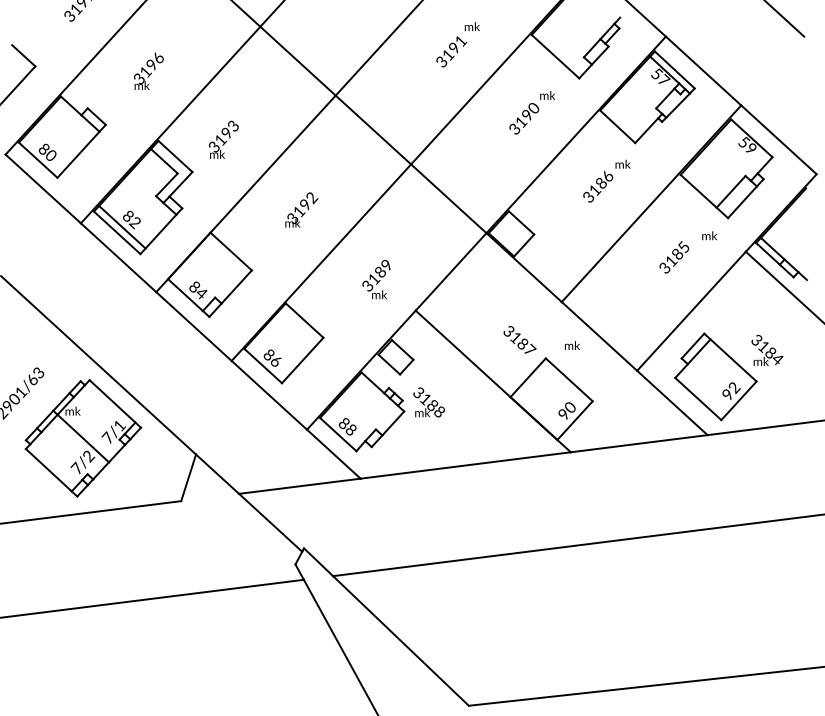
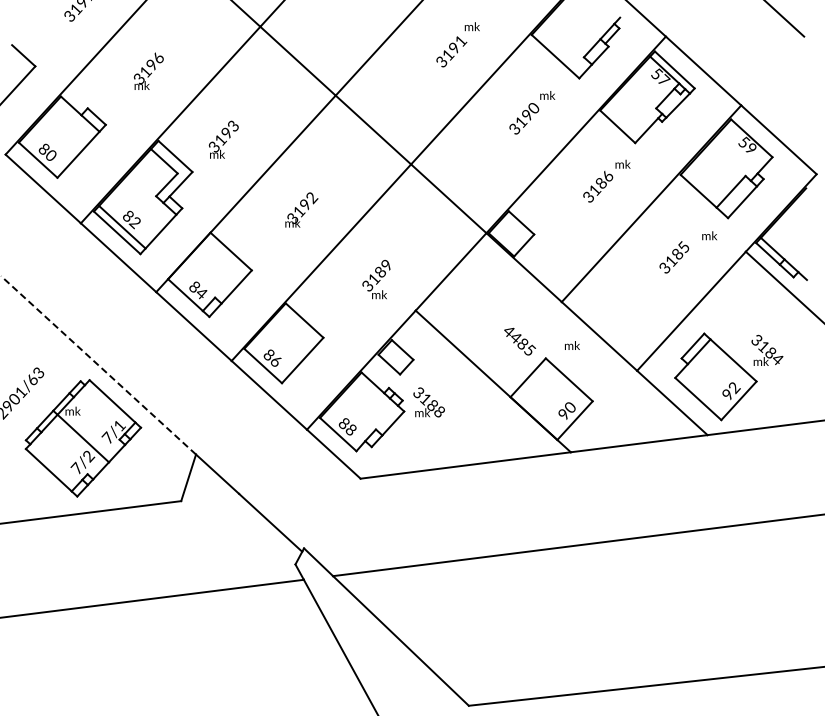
text at (519, 340): 3187 -> 4485
line at (98, 365): solid -> dashed
line at (299, 485): present -> none
